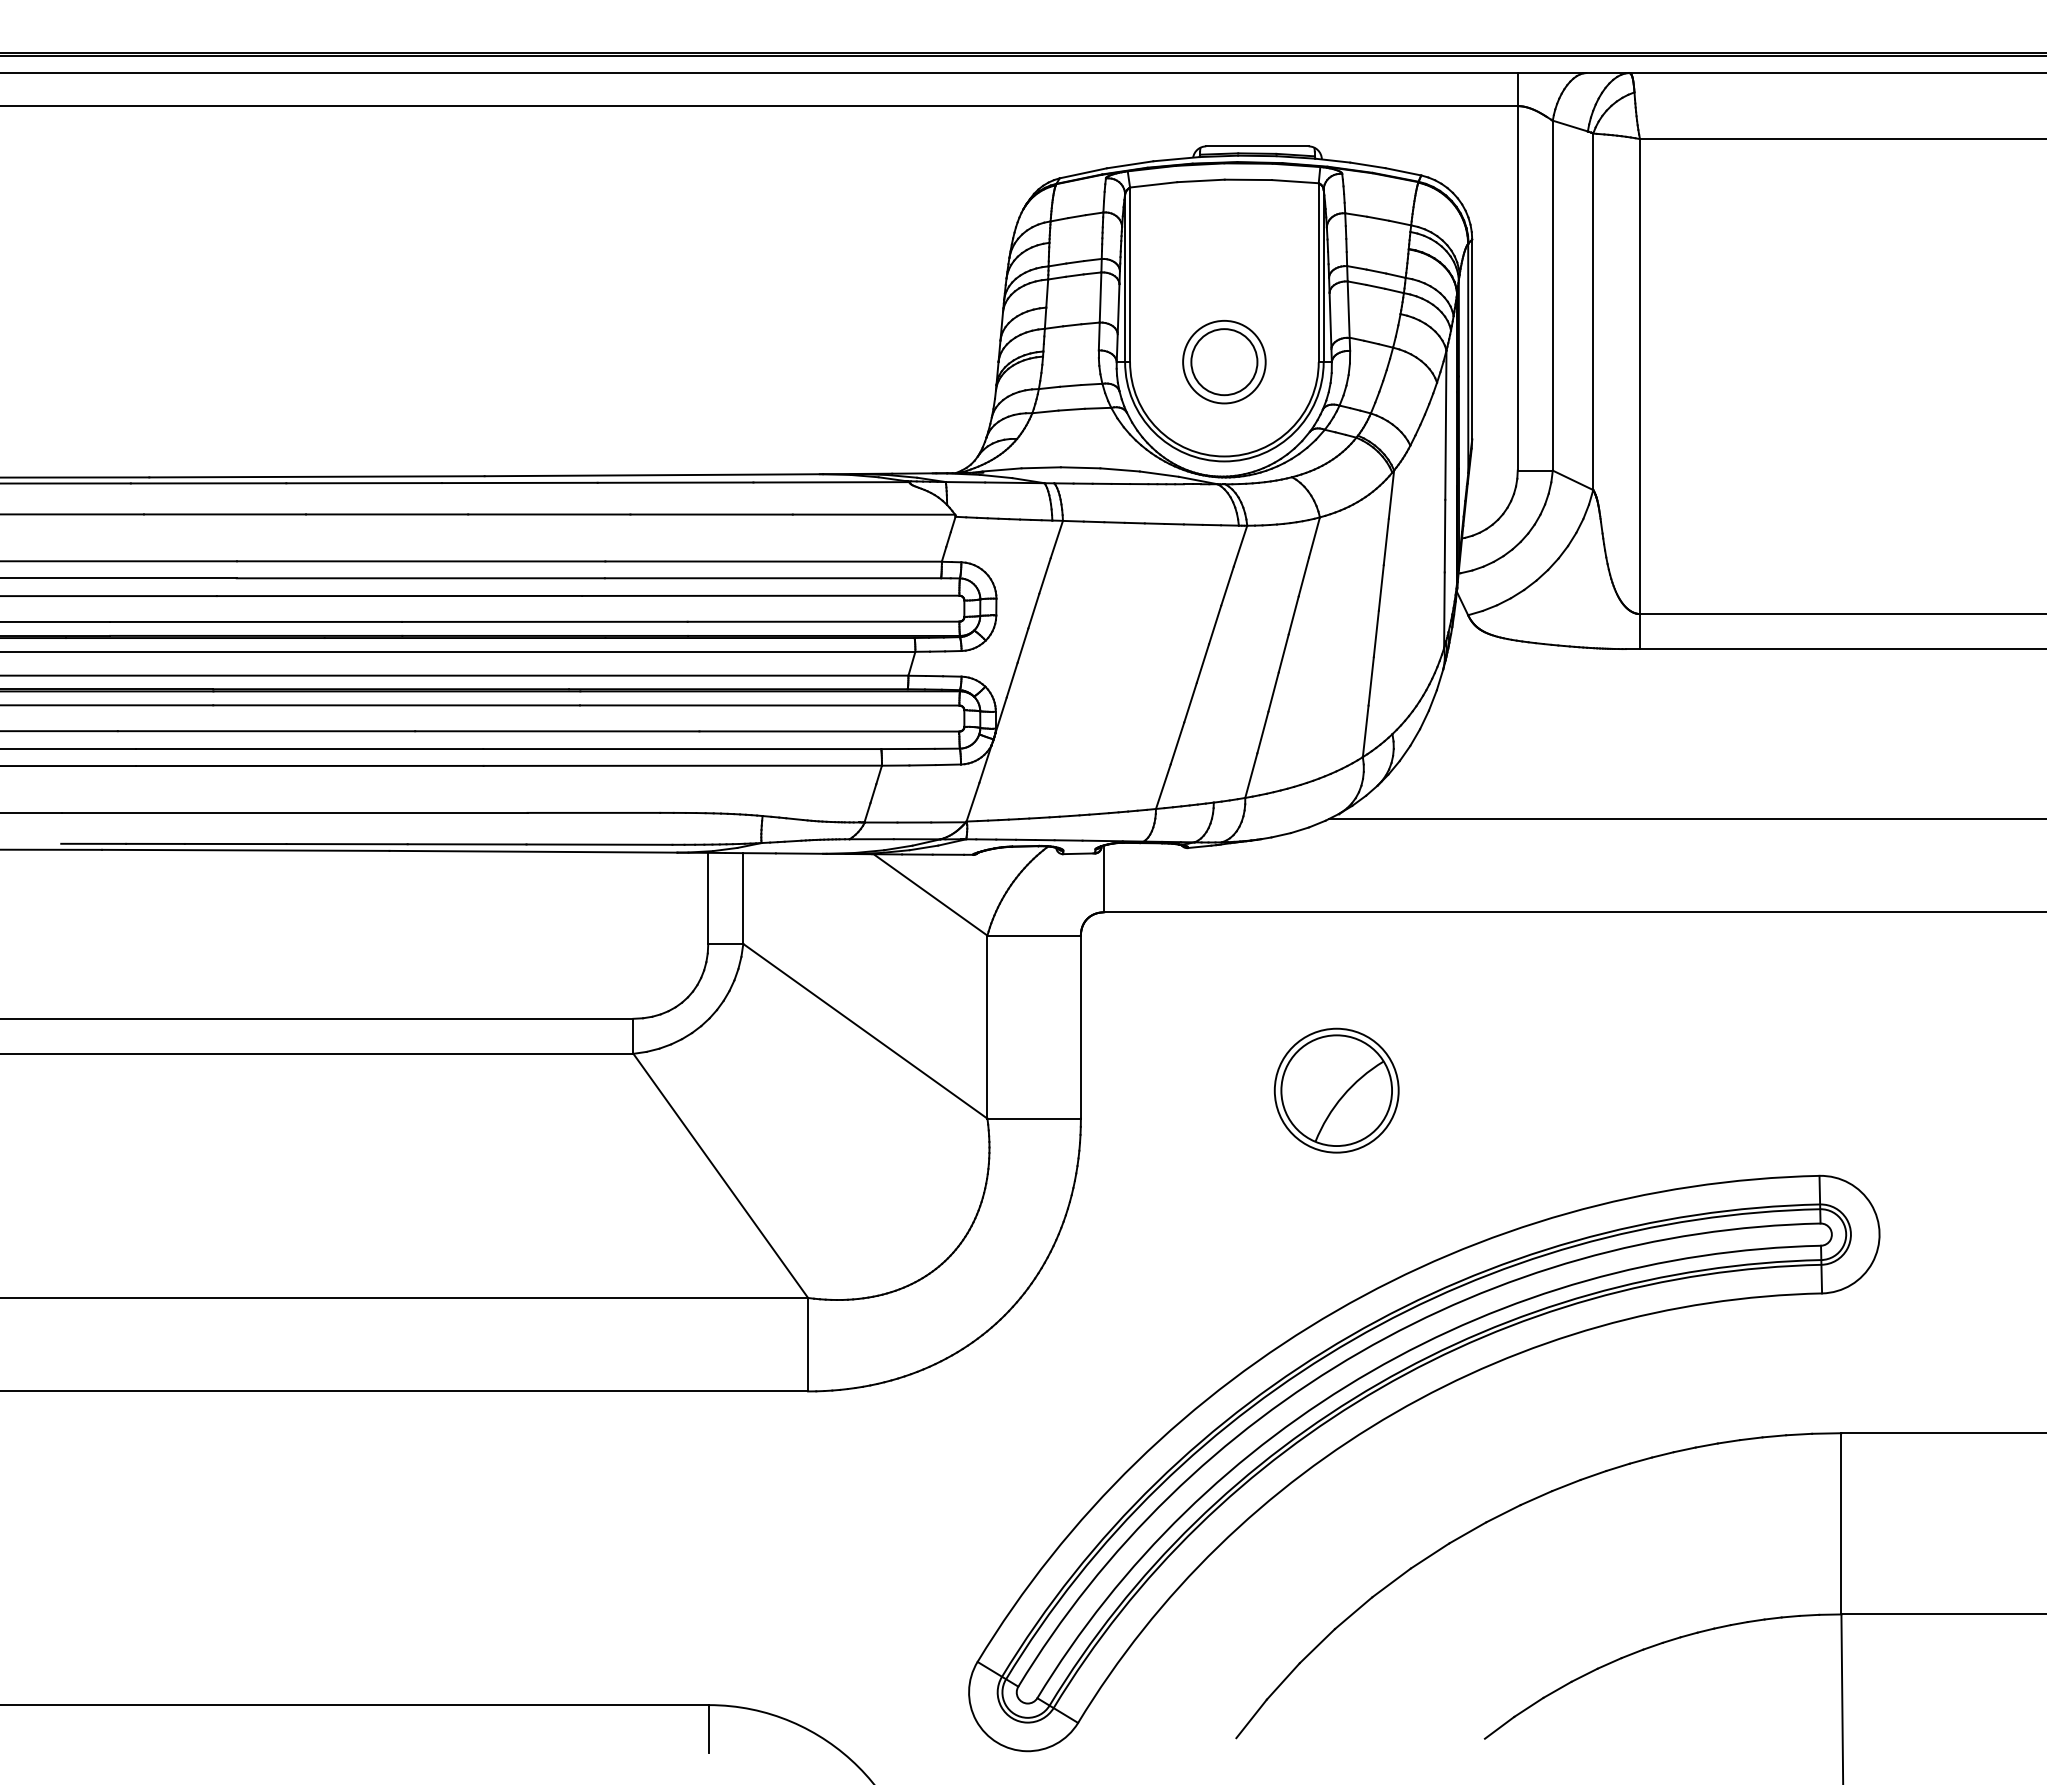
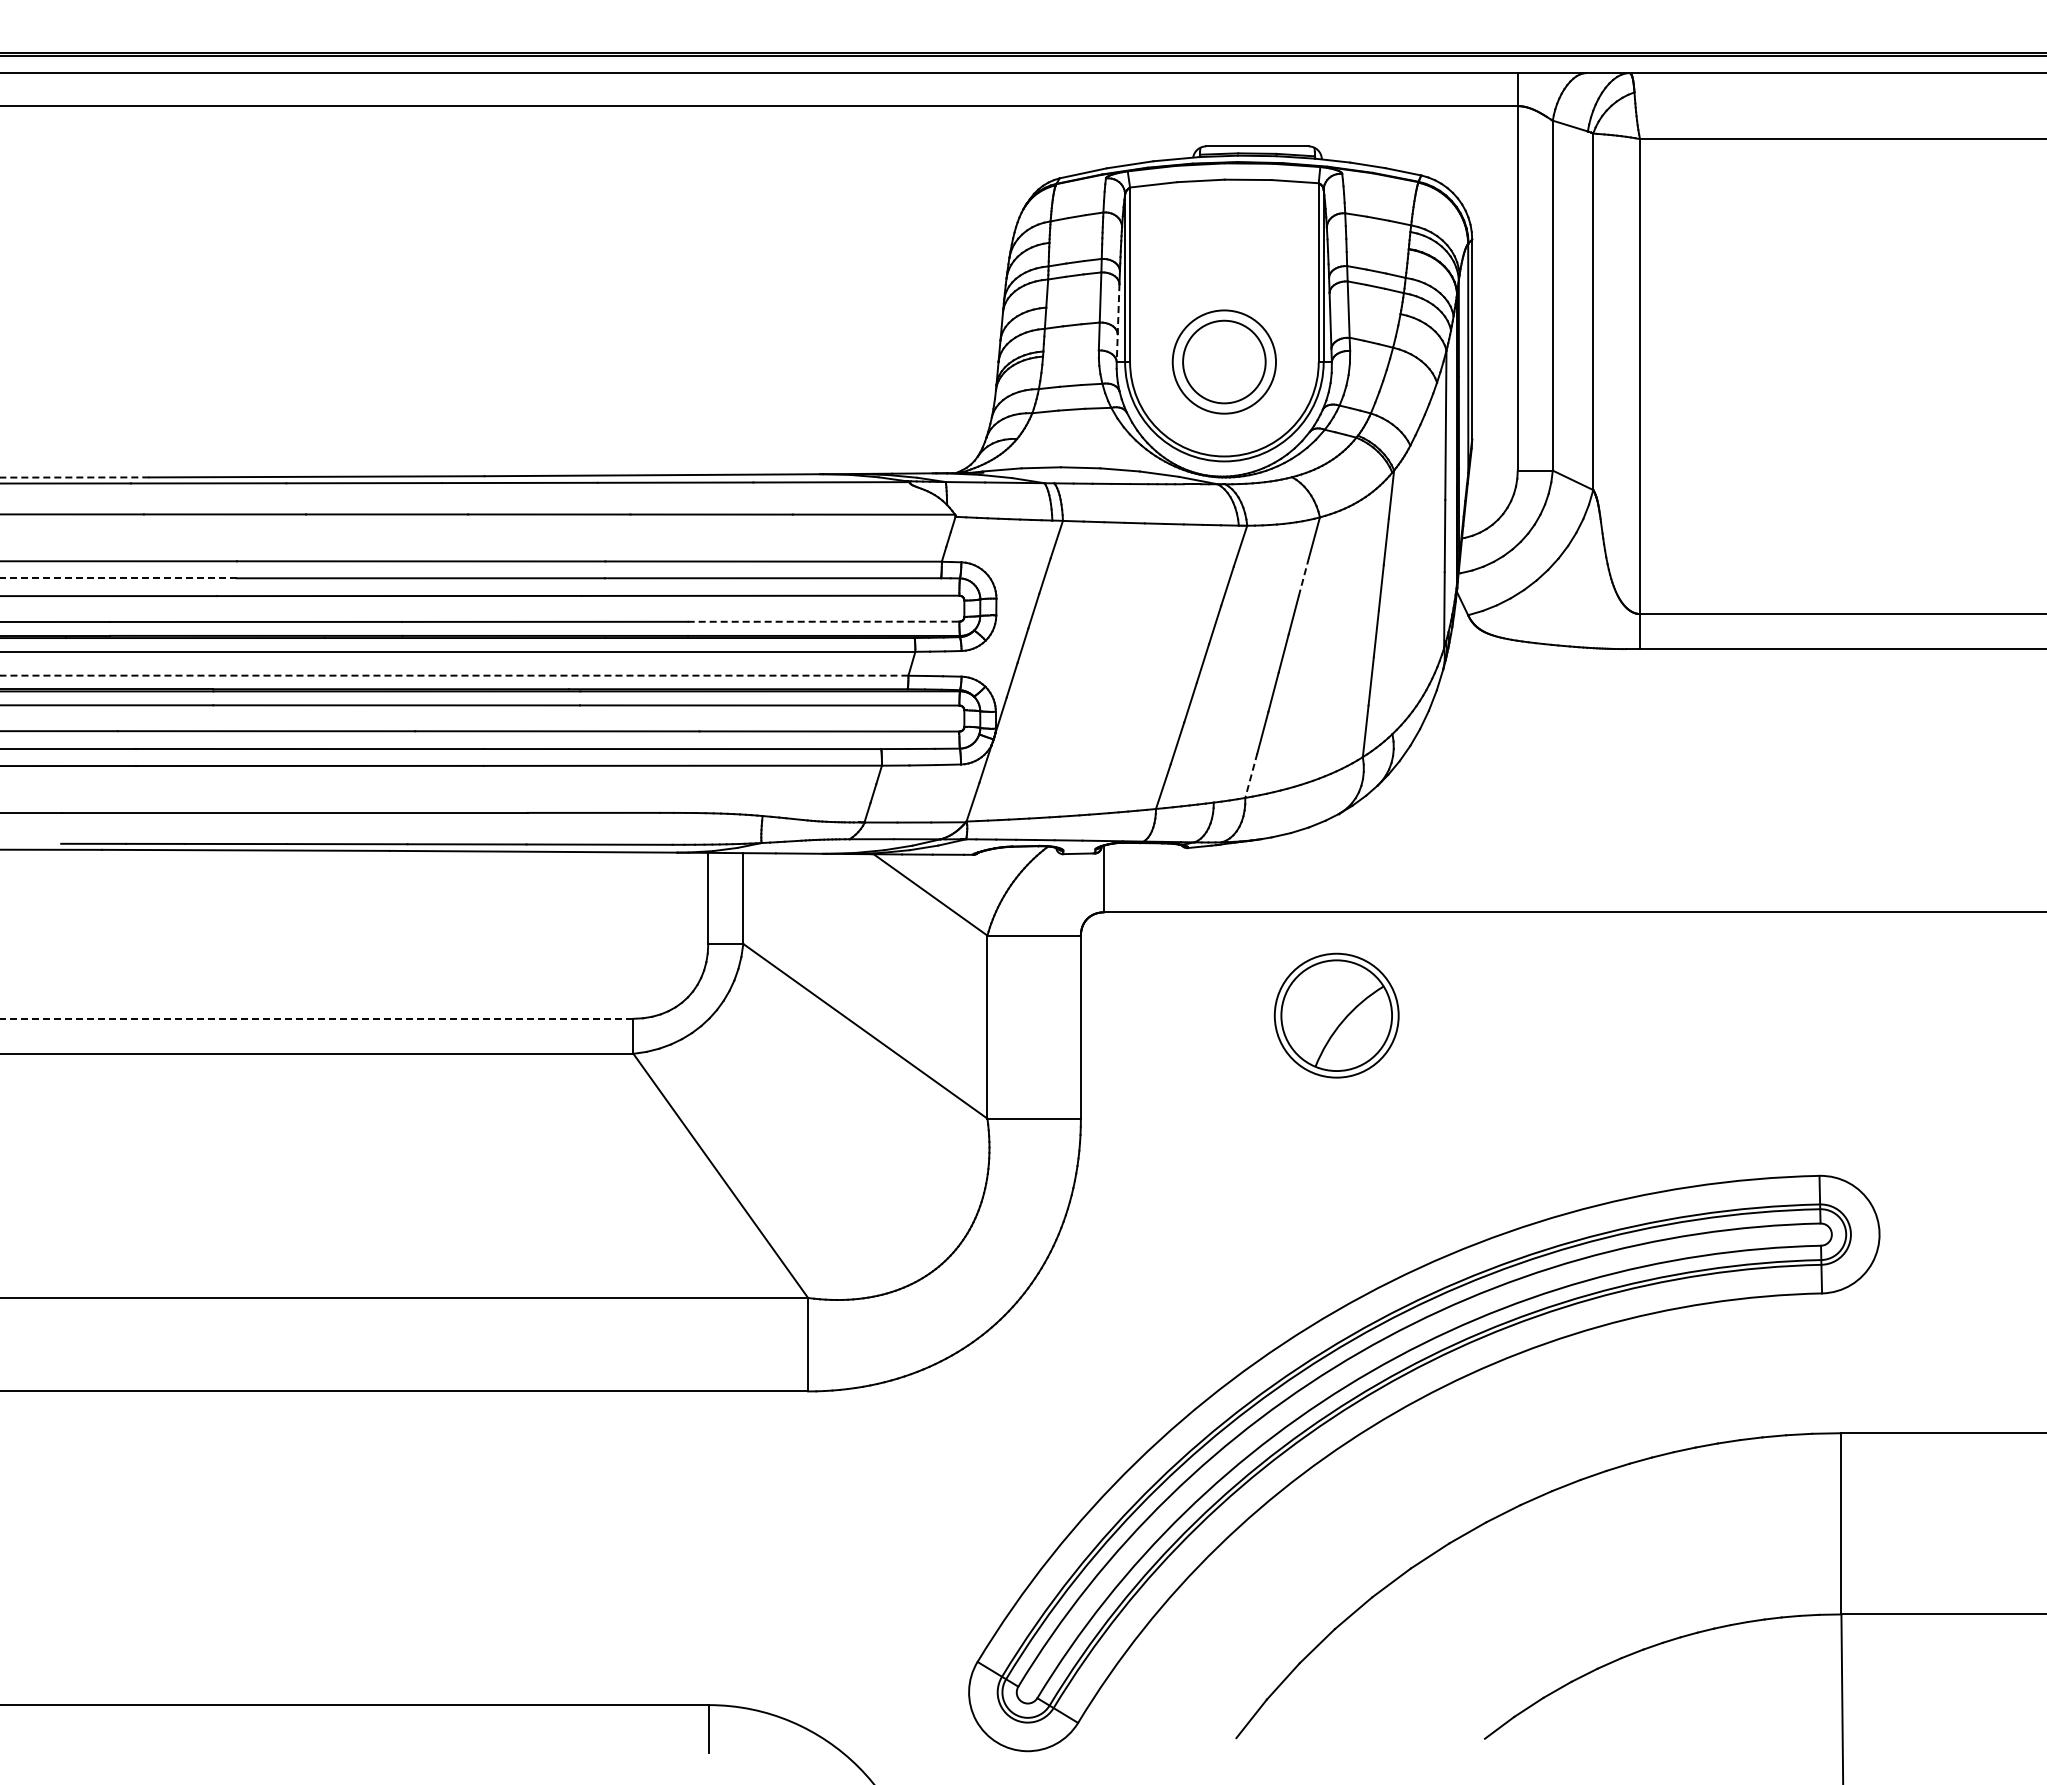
line at (1118, 323): solid -> dashed
part at (1224, 362) size: 85x85 px -> 106x106 px
line at (74, 477): solid -> dashed
line at (1303, 577): solid -> dashed
line at (118, 578): solid -> dashed
line at (823, 621): solid -> dashed
line at (453, 675): solid -> dashed
line at (1251, 776): solid -> dashed
line at (1686, 818): present -> none
line at (316, 1018): solid -> dashed
part at (1336, 1090) position: (1336, 1090) -> (1336, 1015)
